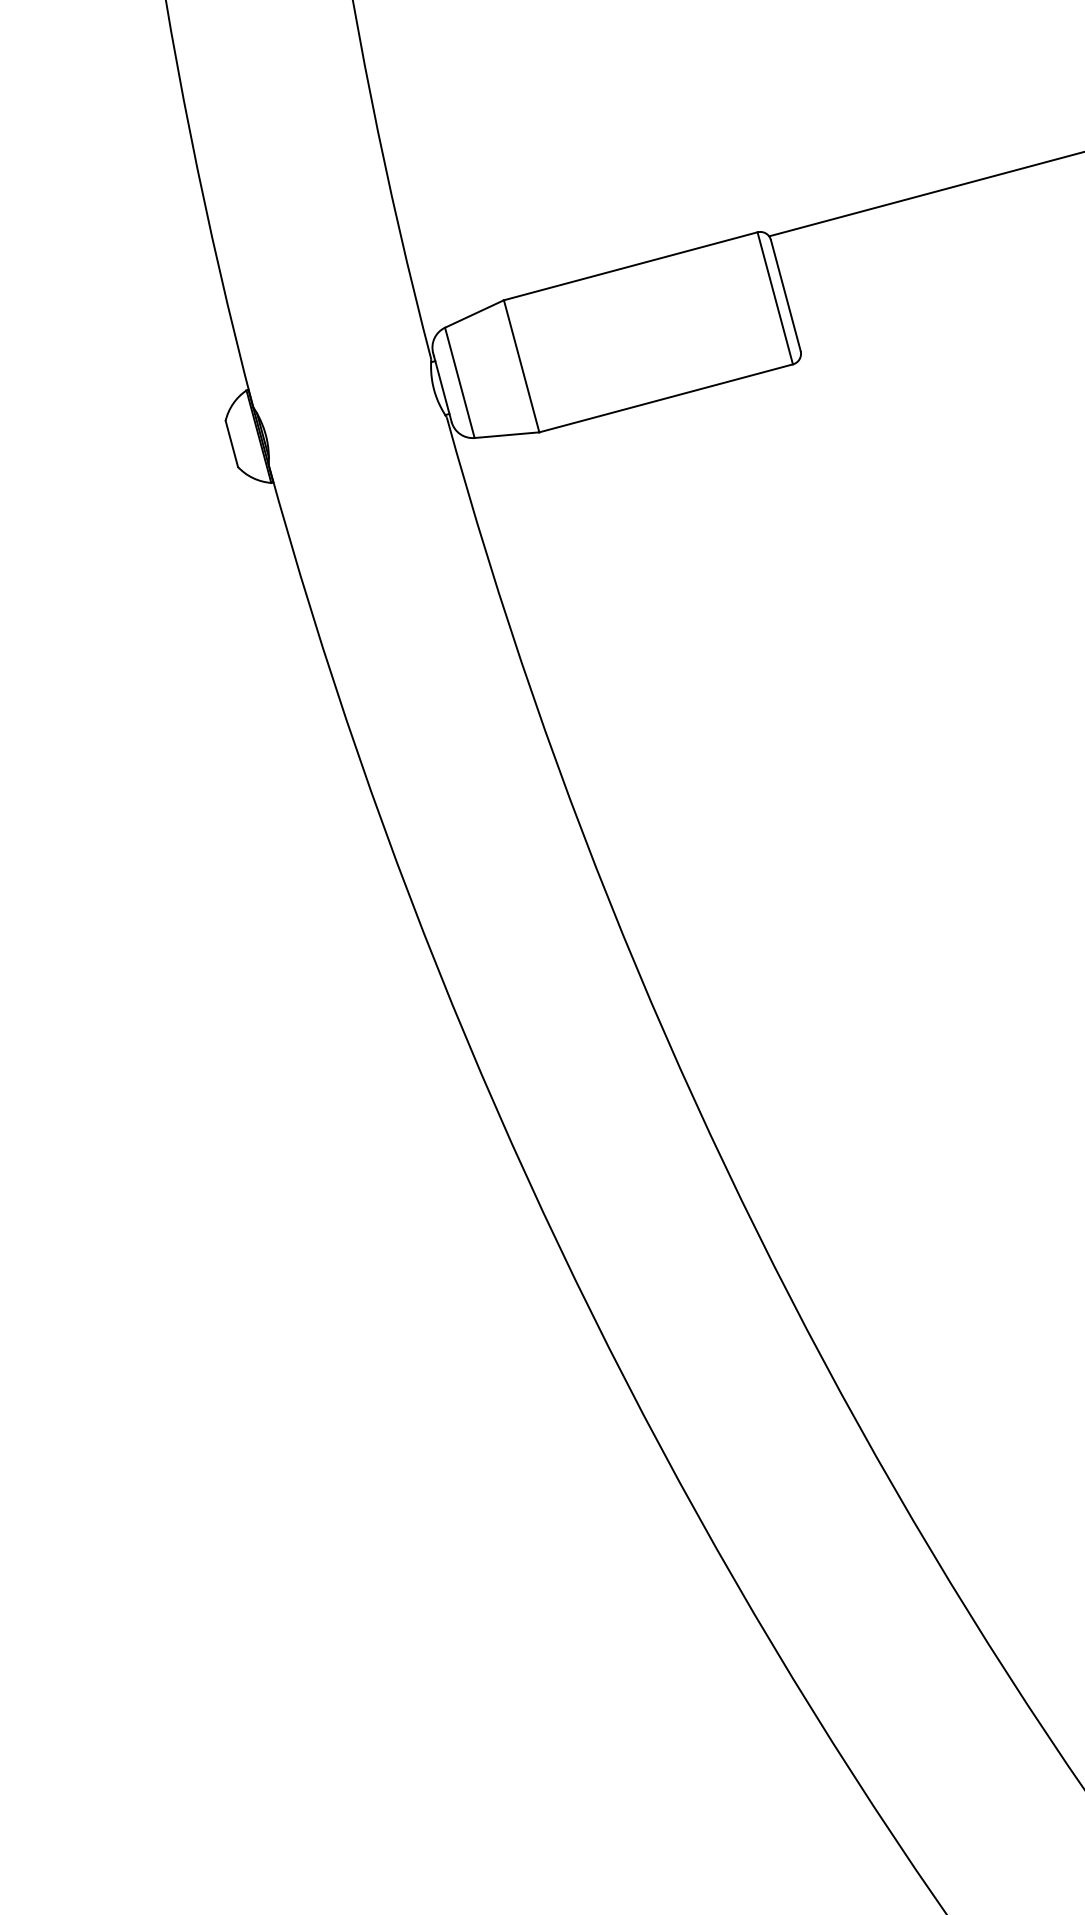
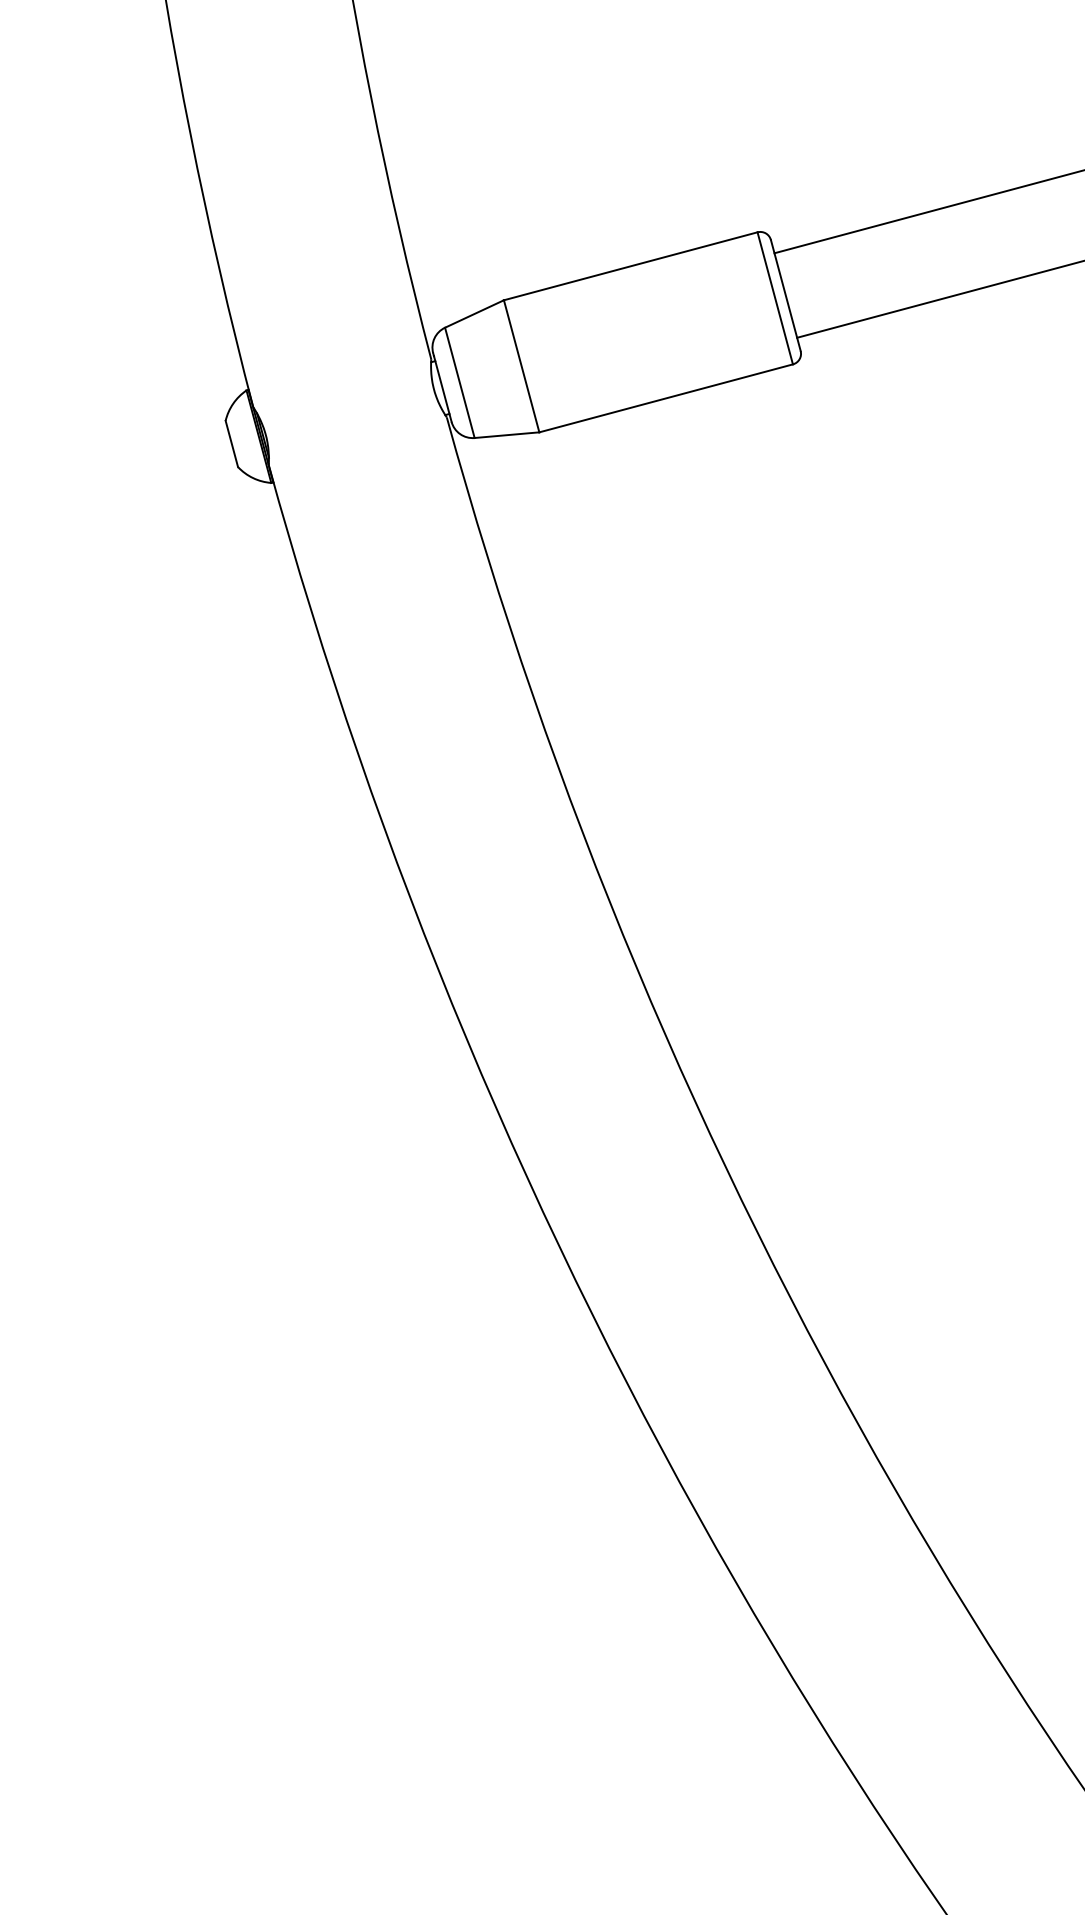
line at (925, 194) position: (925, 194) -> (927, 211)
line at (939, 299): none -> present
